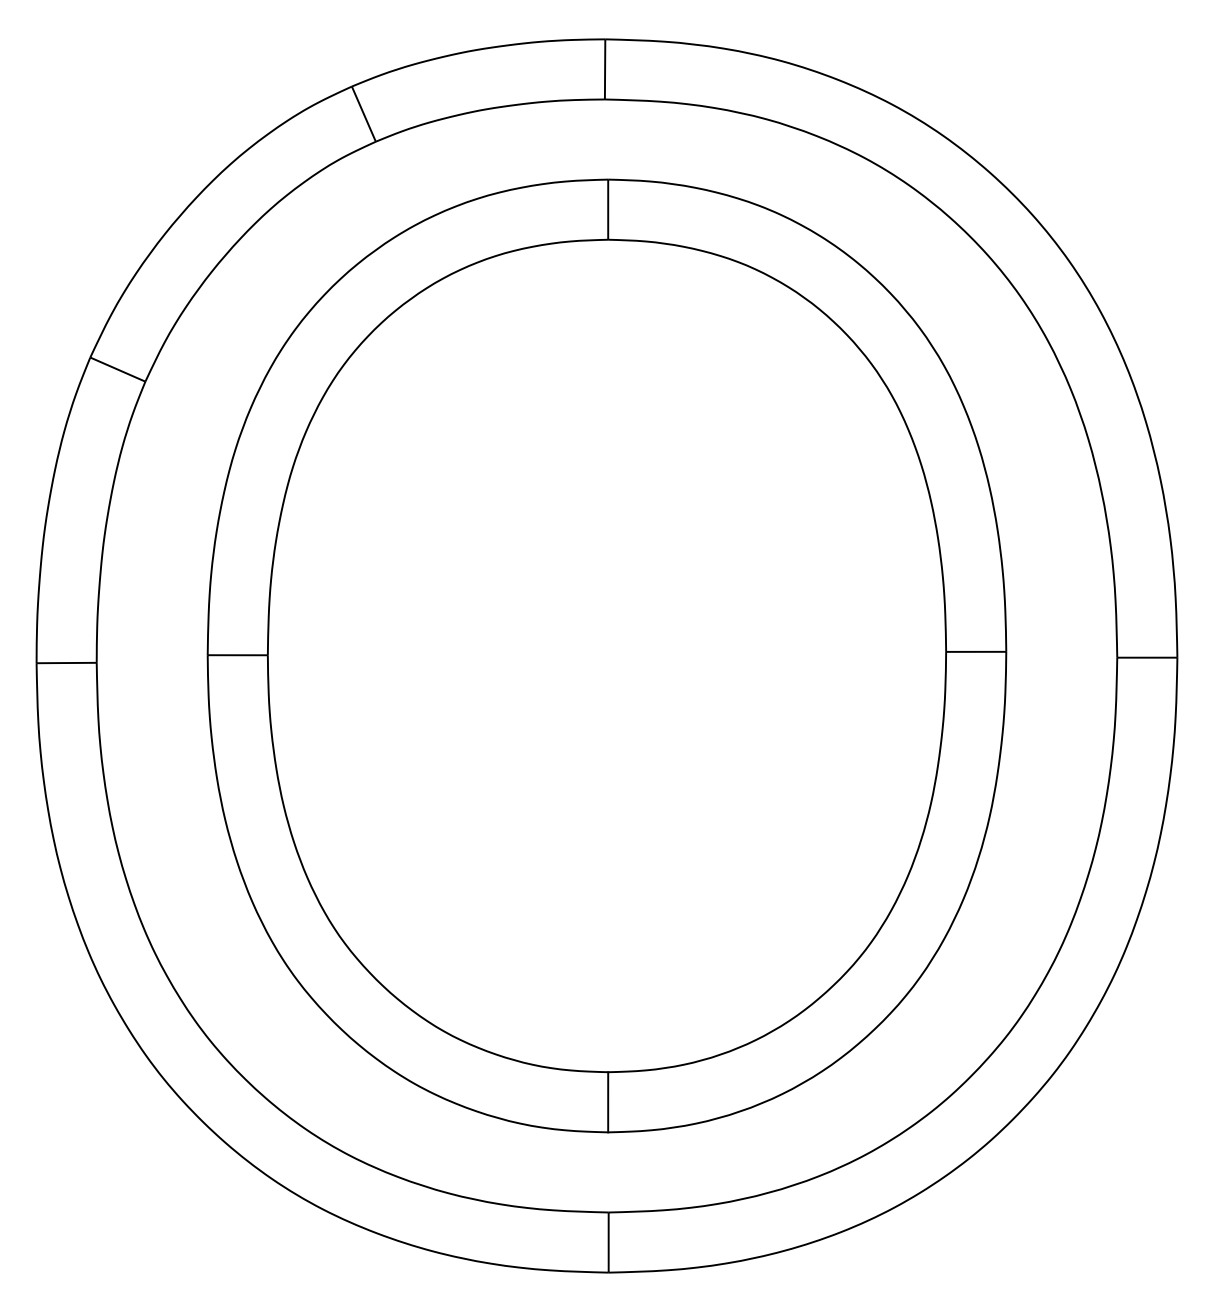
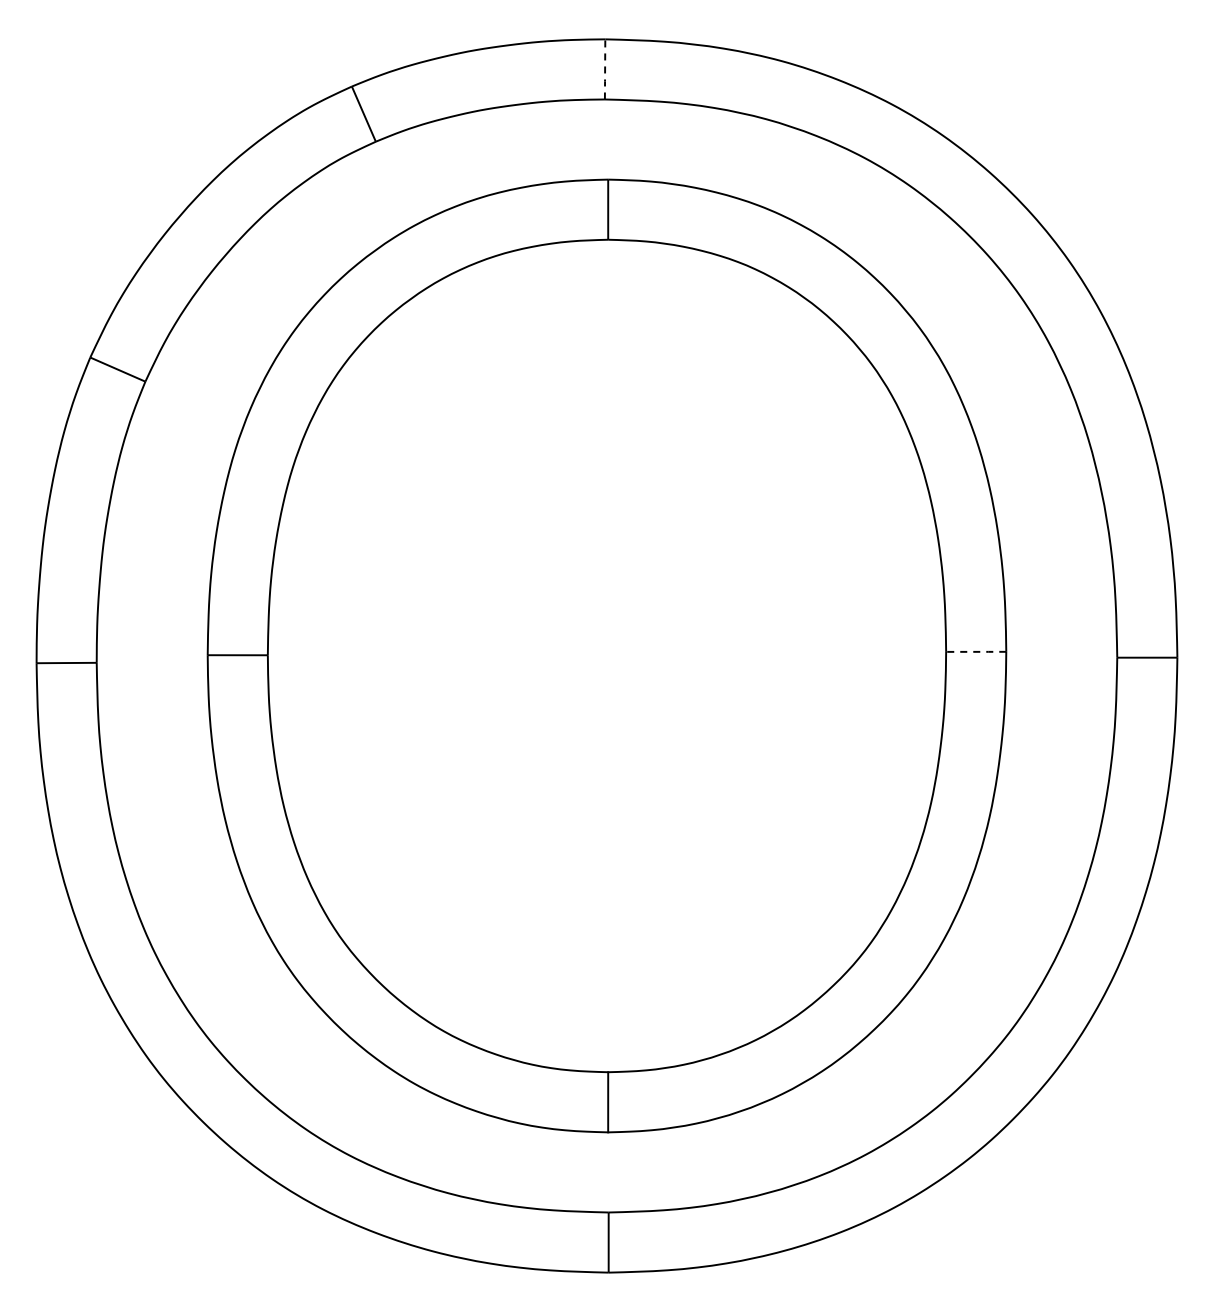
line at (605, 69): solid -> dashed
line at (975, 651): solid -> dashed
